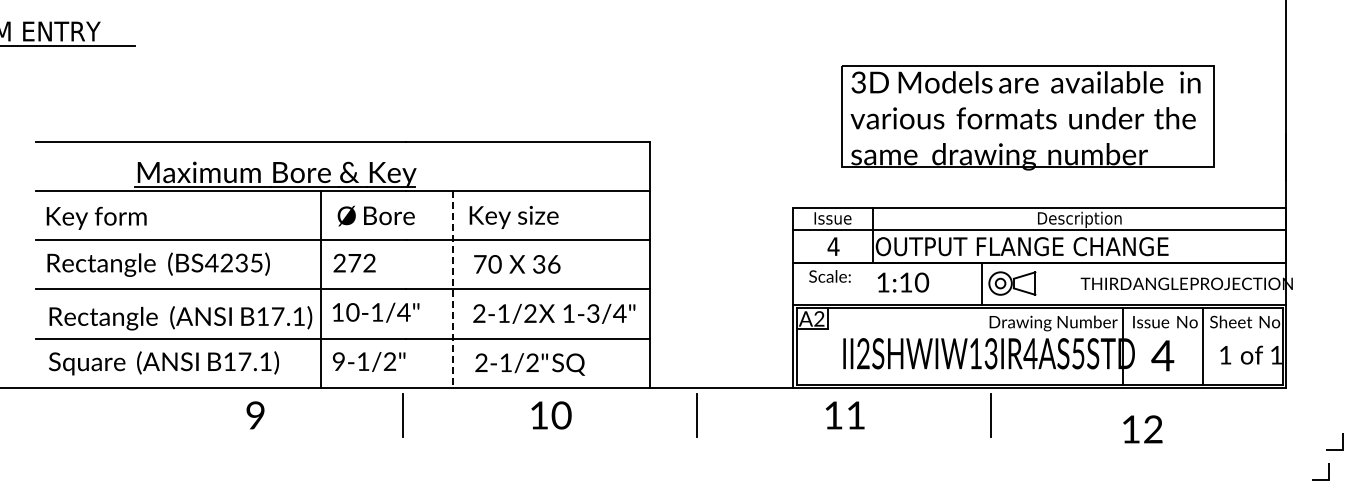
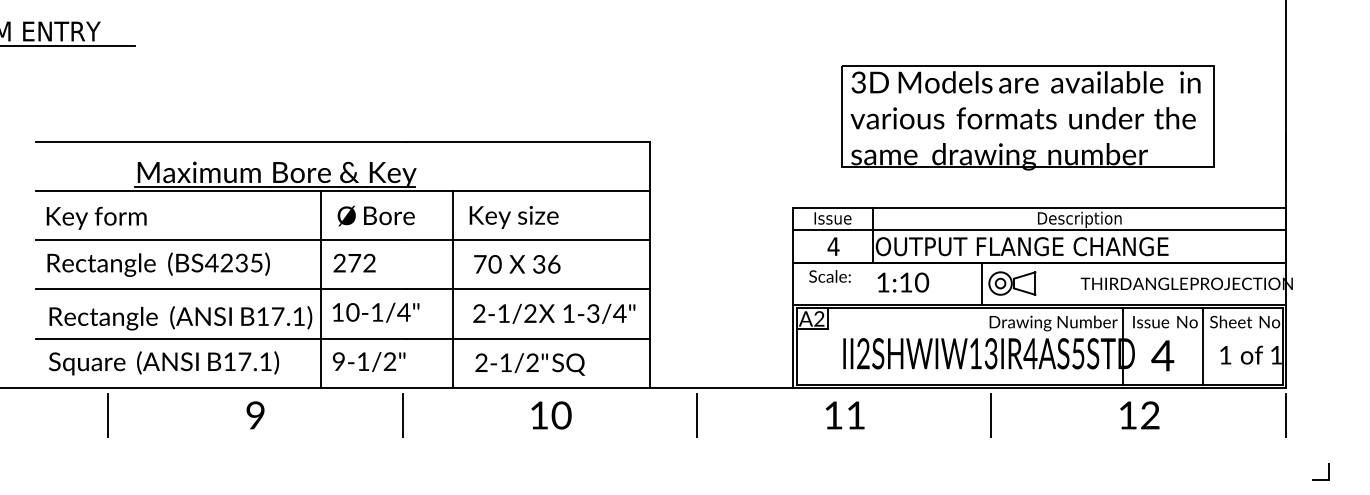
line at (452, 289): dashed -> solid
line at (108, 415): none -> present
line at (1285, 415): none -> present
text at (1142, 429) position: (1142, 429) -> (1139, 415)
line at (1342, 441): present -> none
